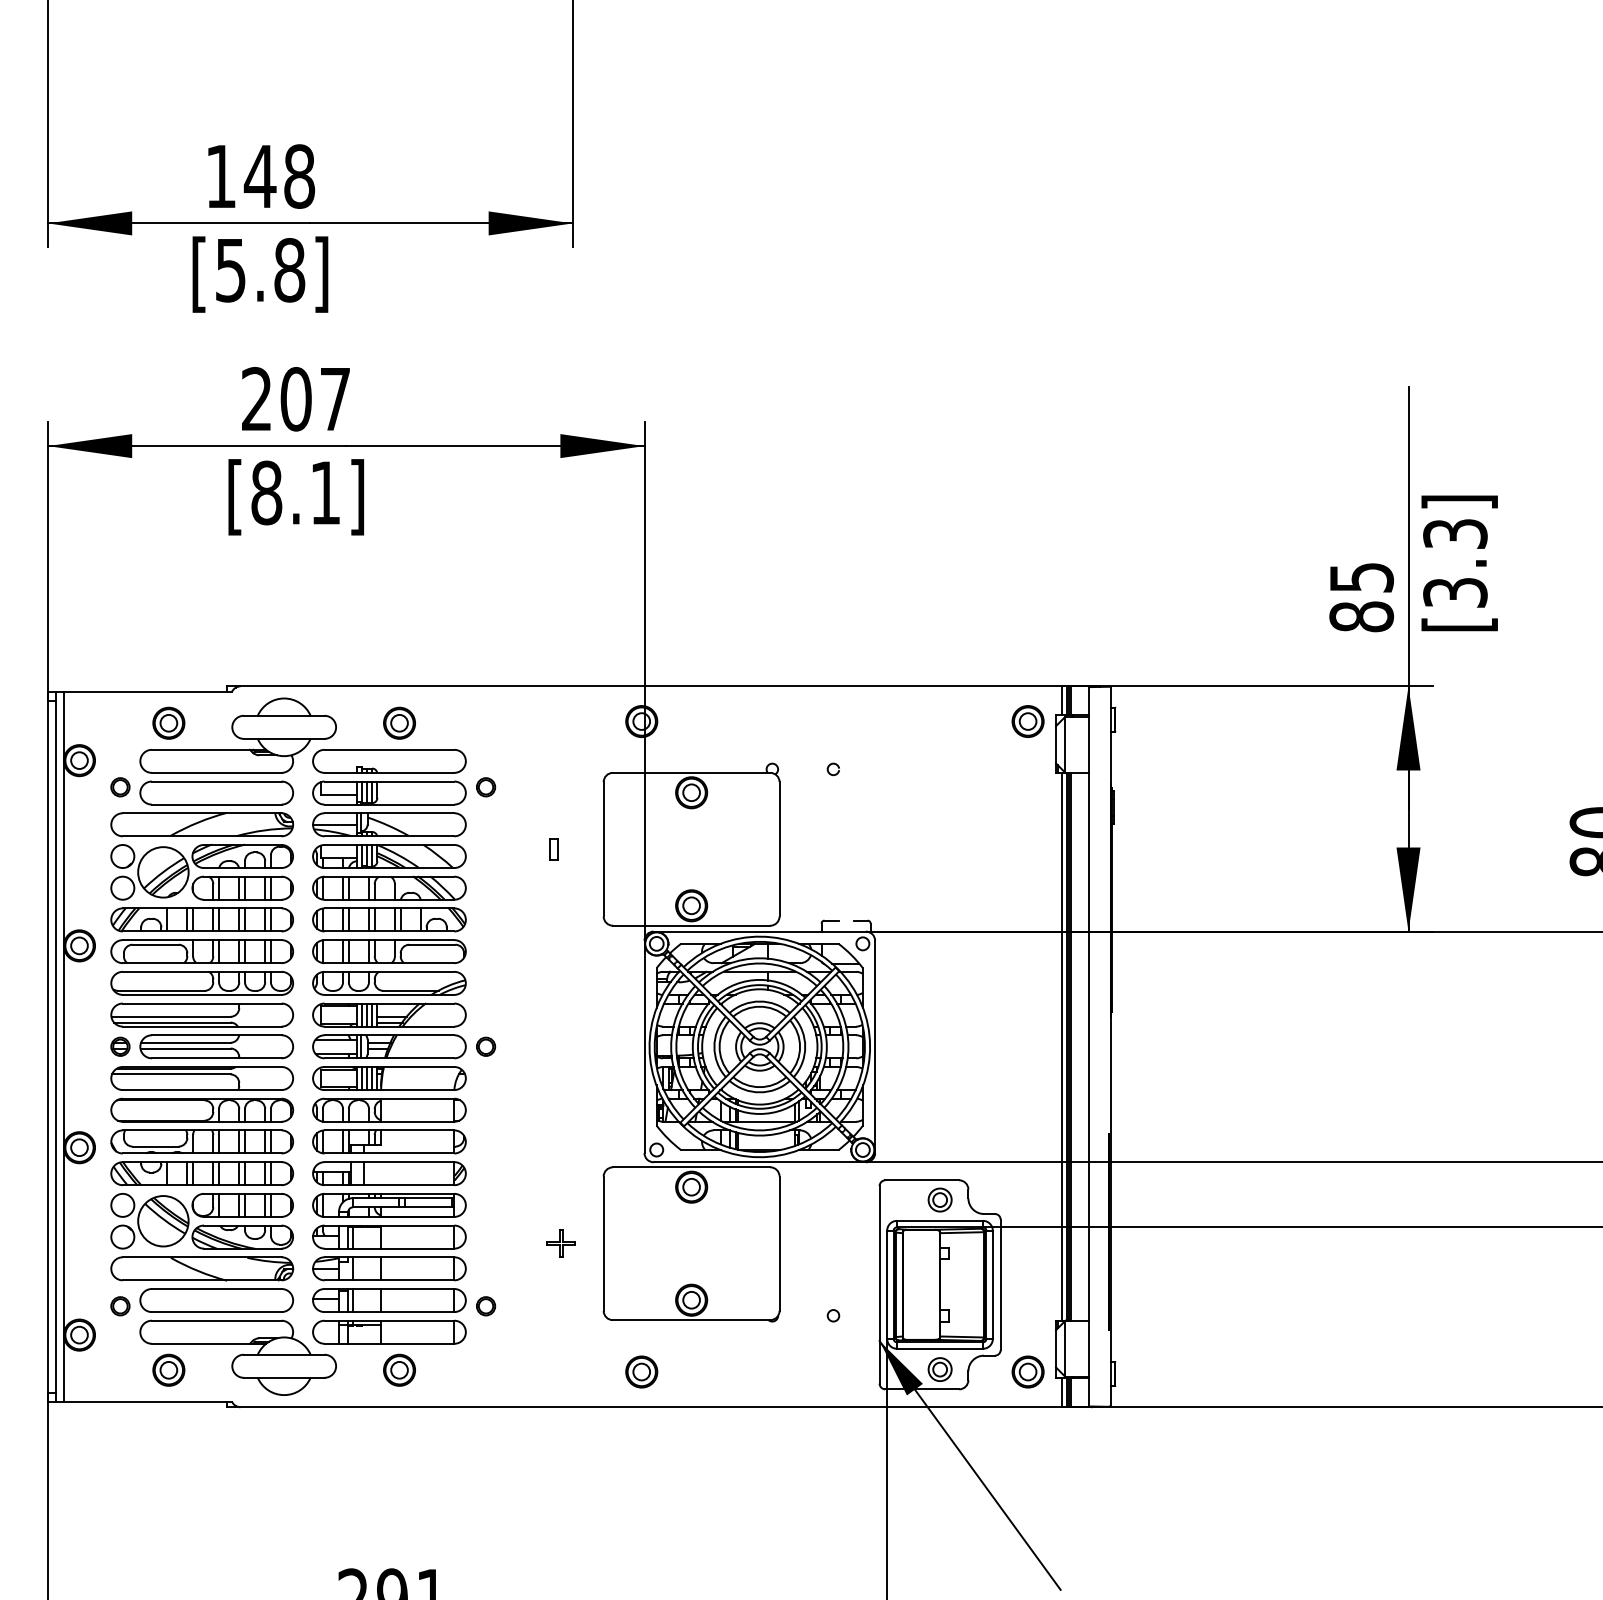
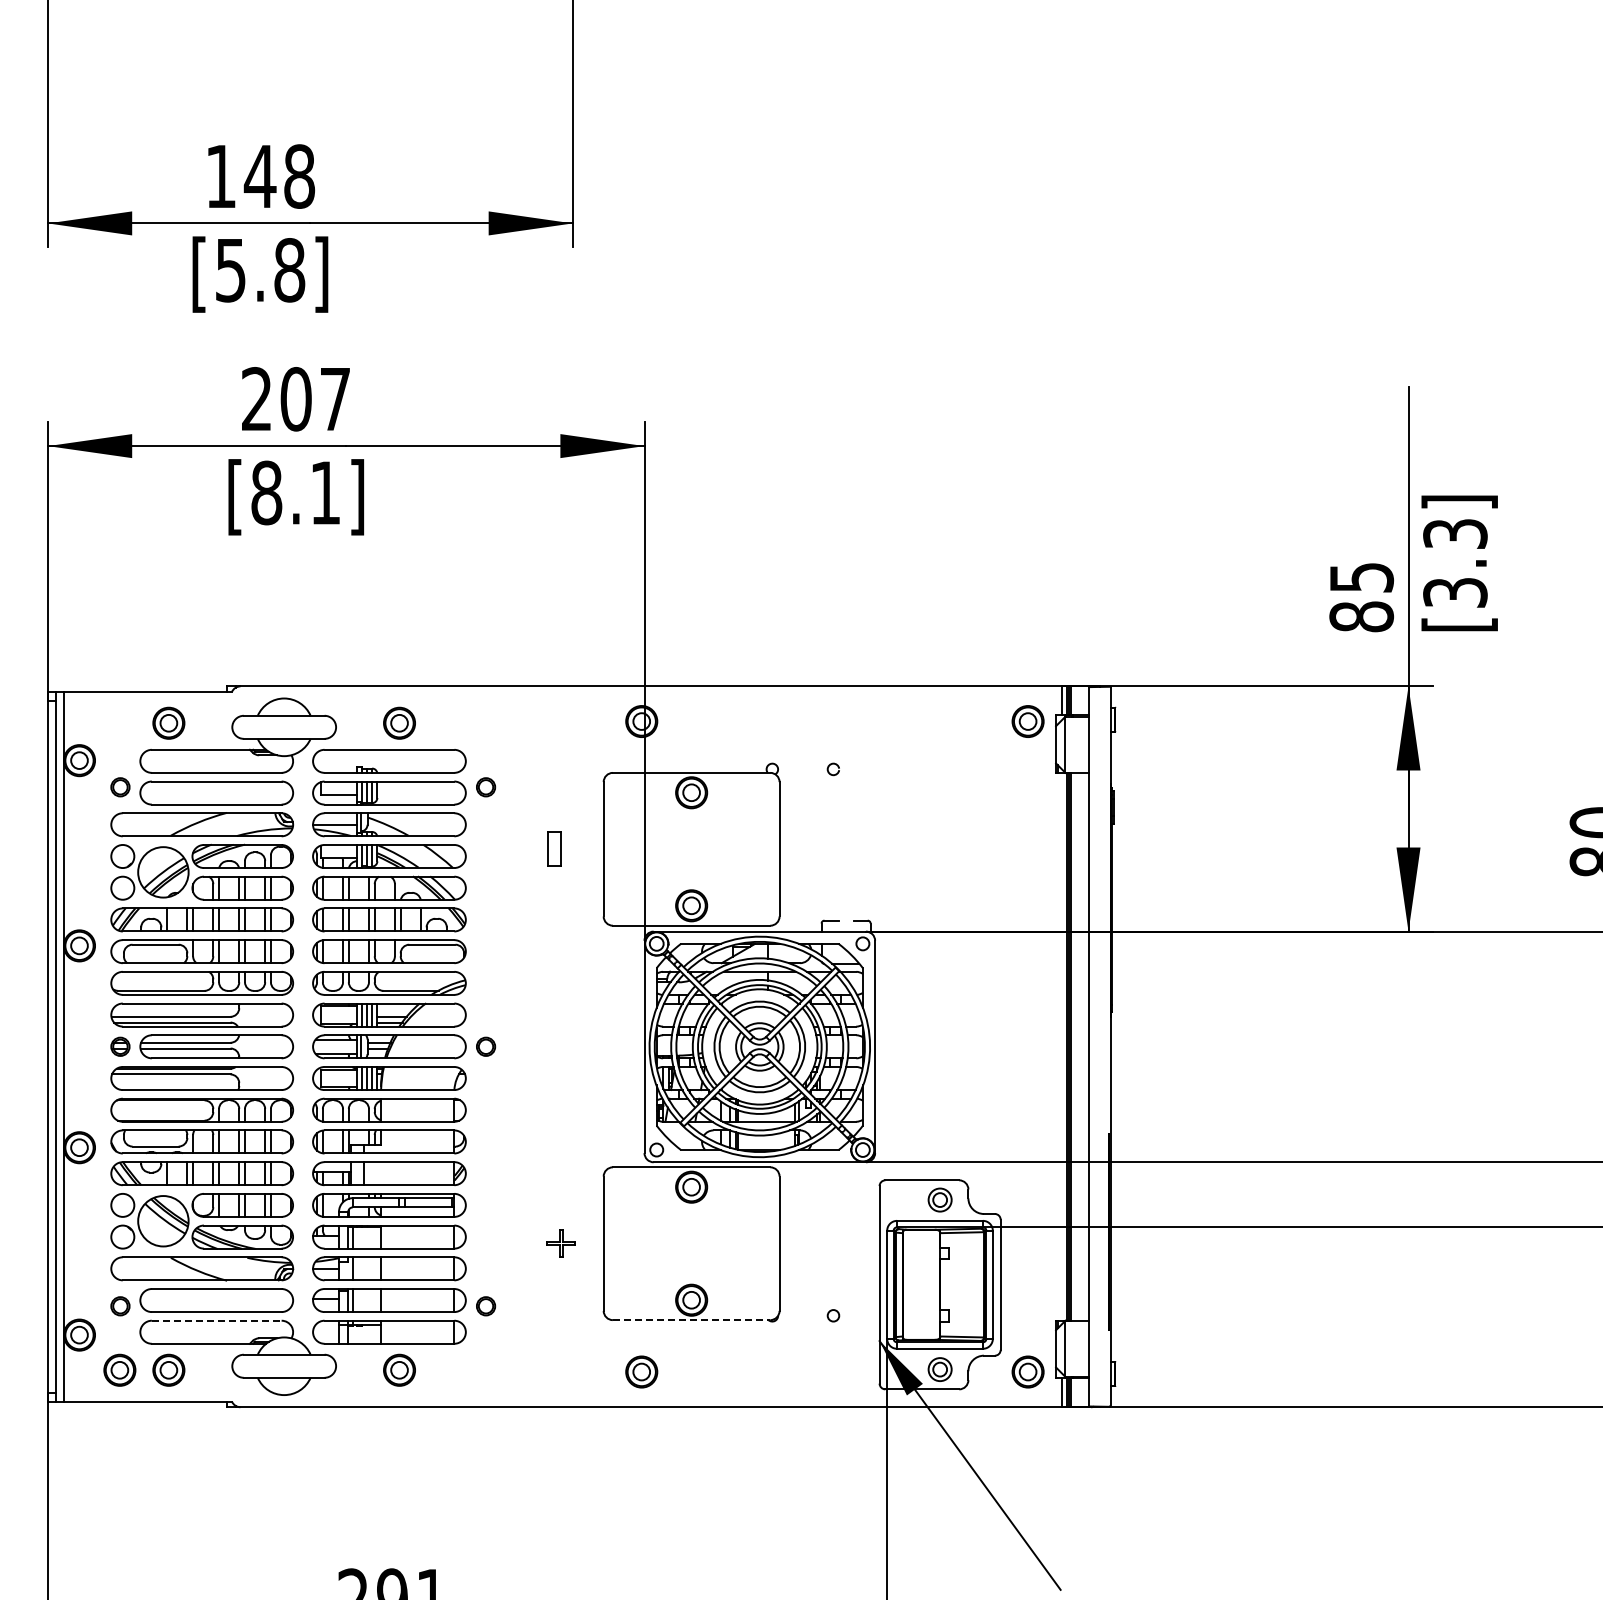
part at (553, 849) size: 10x23 px -> 15x36 px
line at (1061, 1046): present -> none
line at (216, 1320): solid -> dashed
line at (691, 1320): solid -> dashed
part at (119, 1369): none -> present
